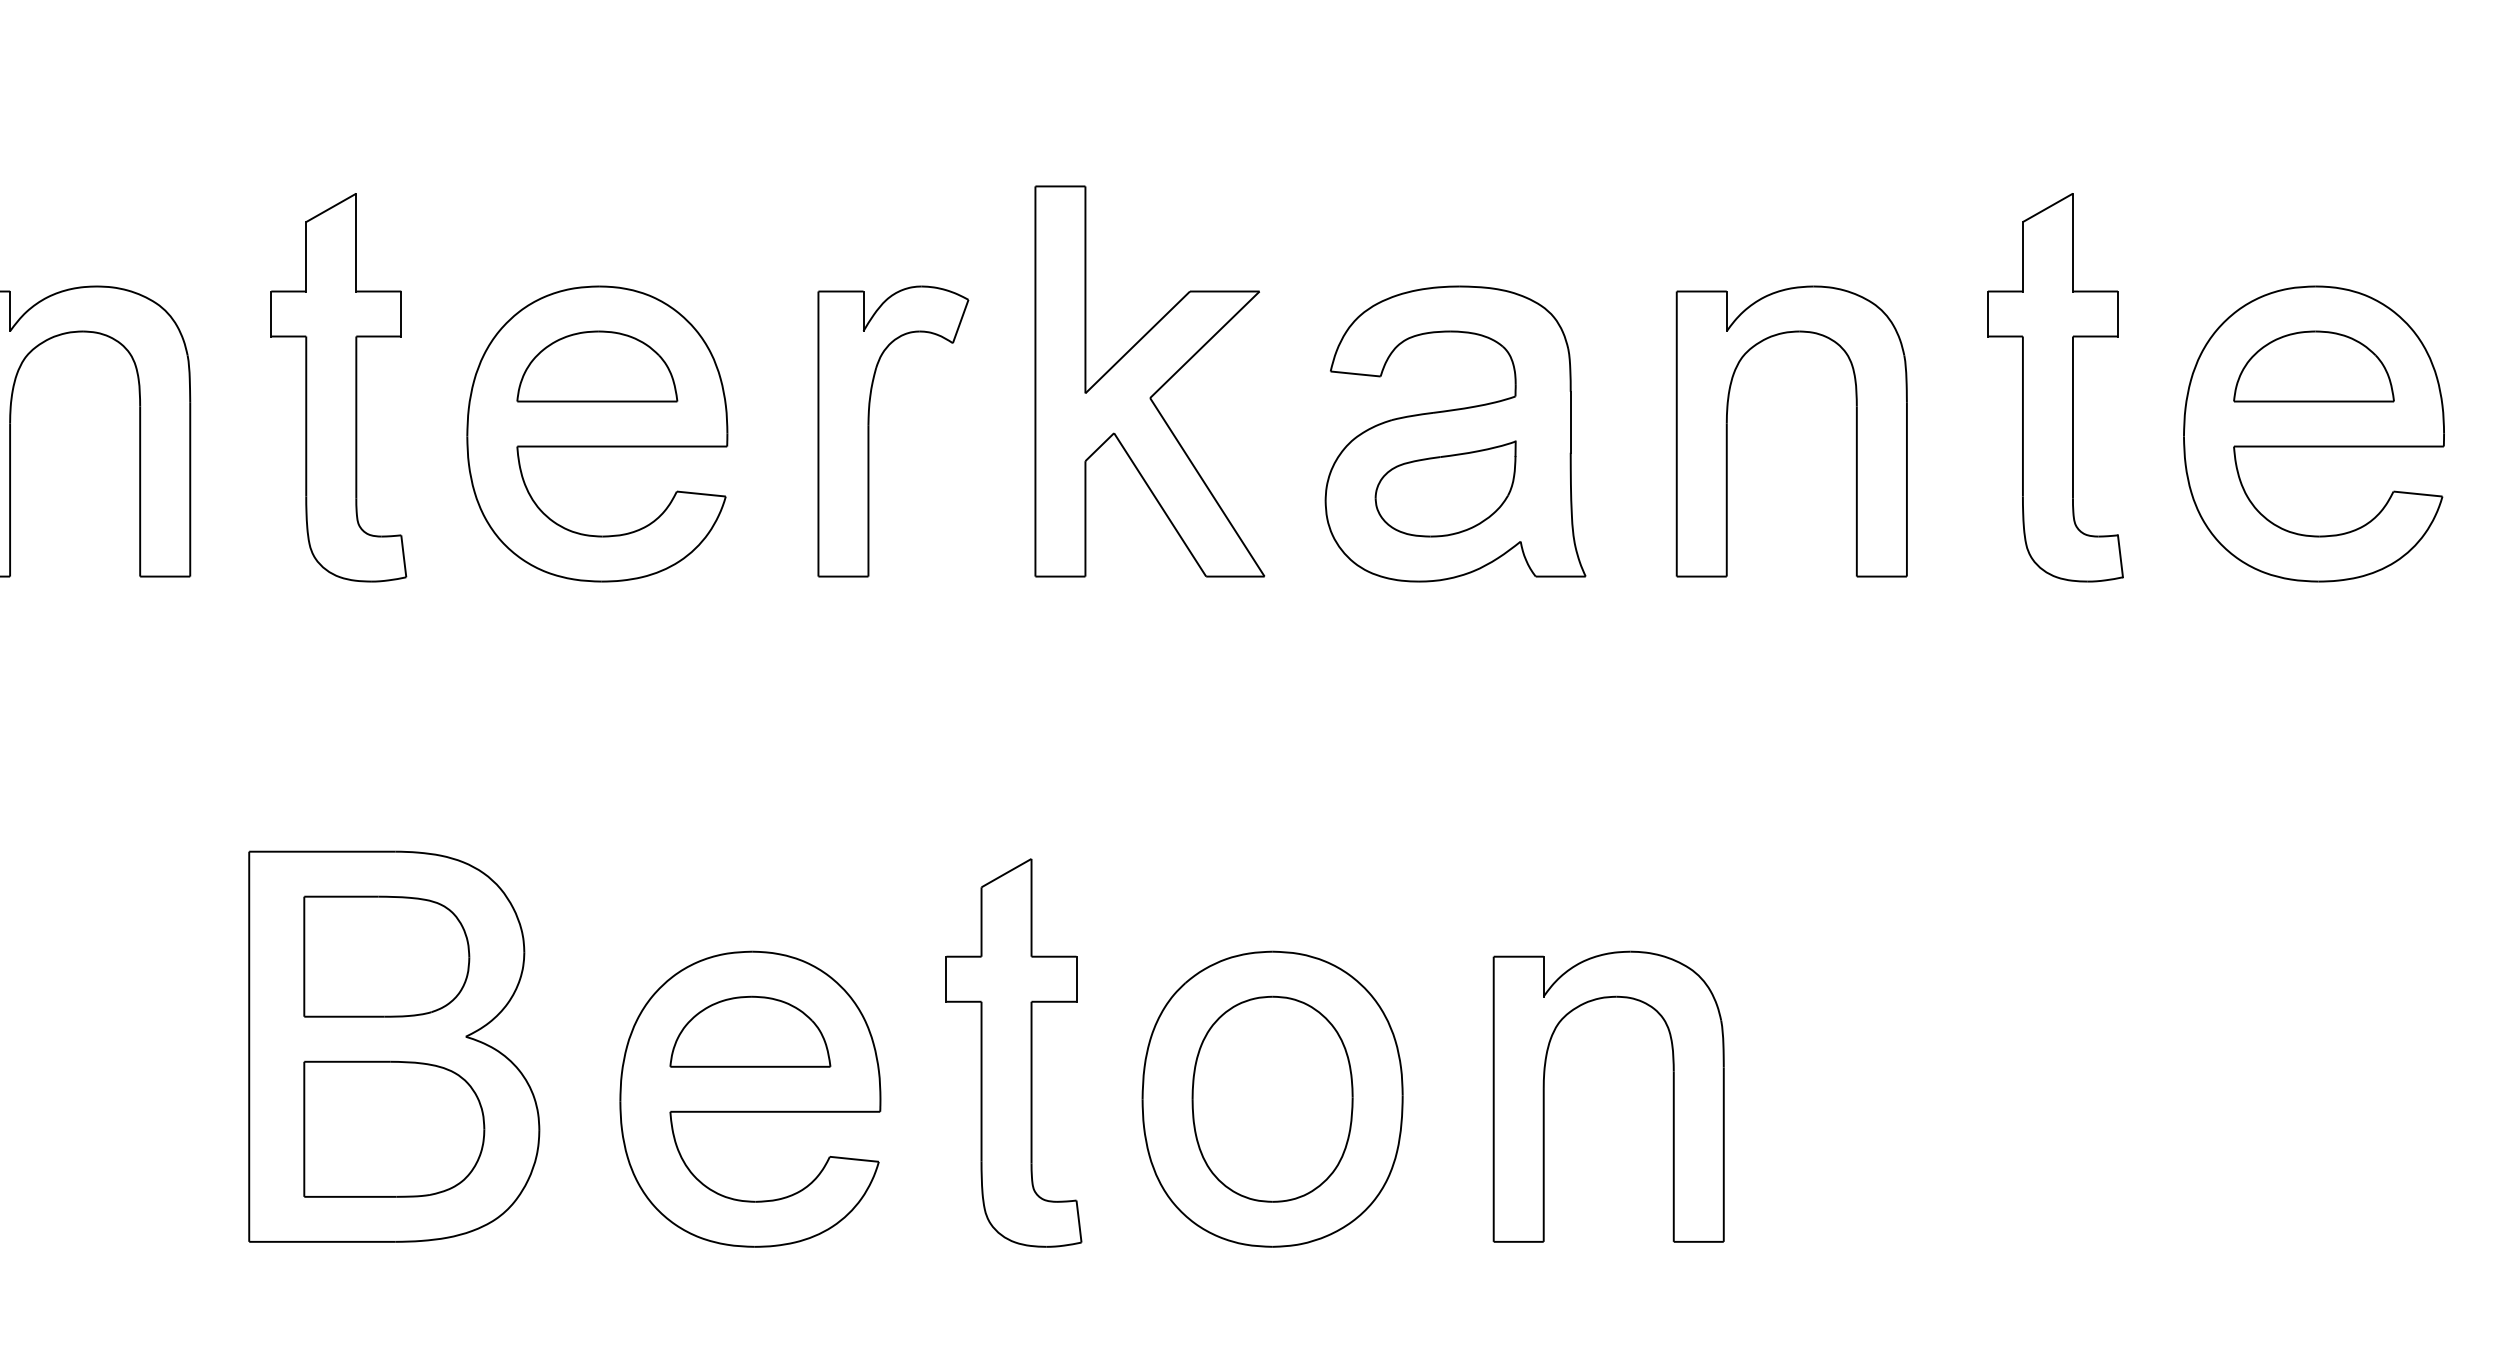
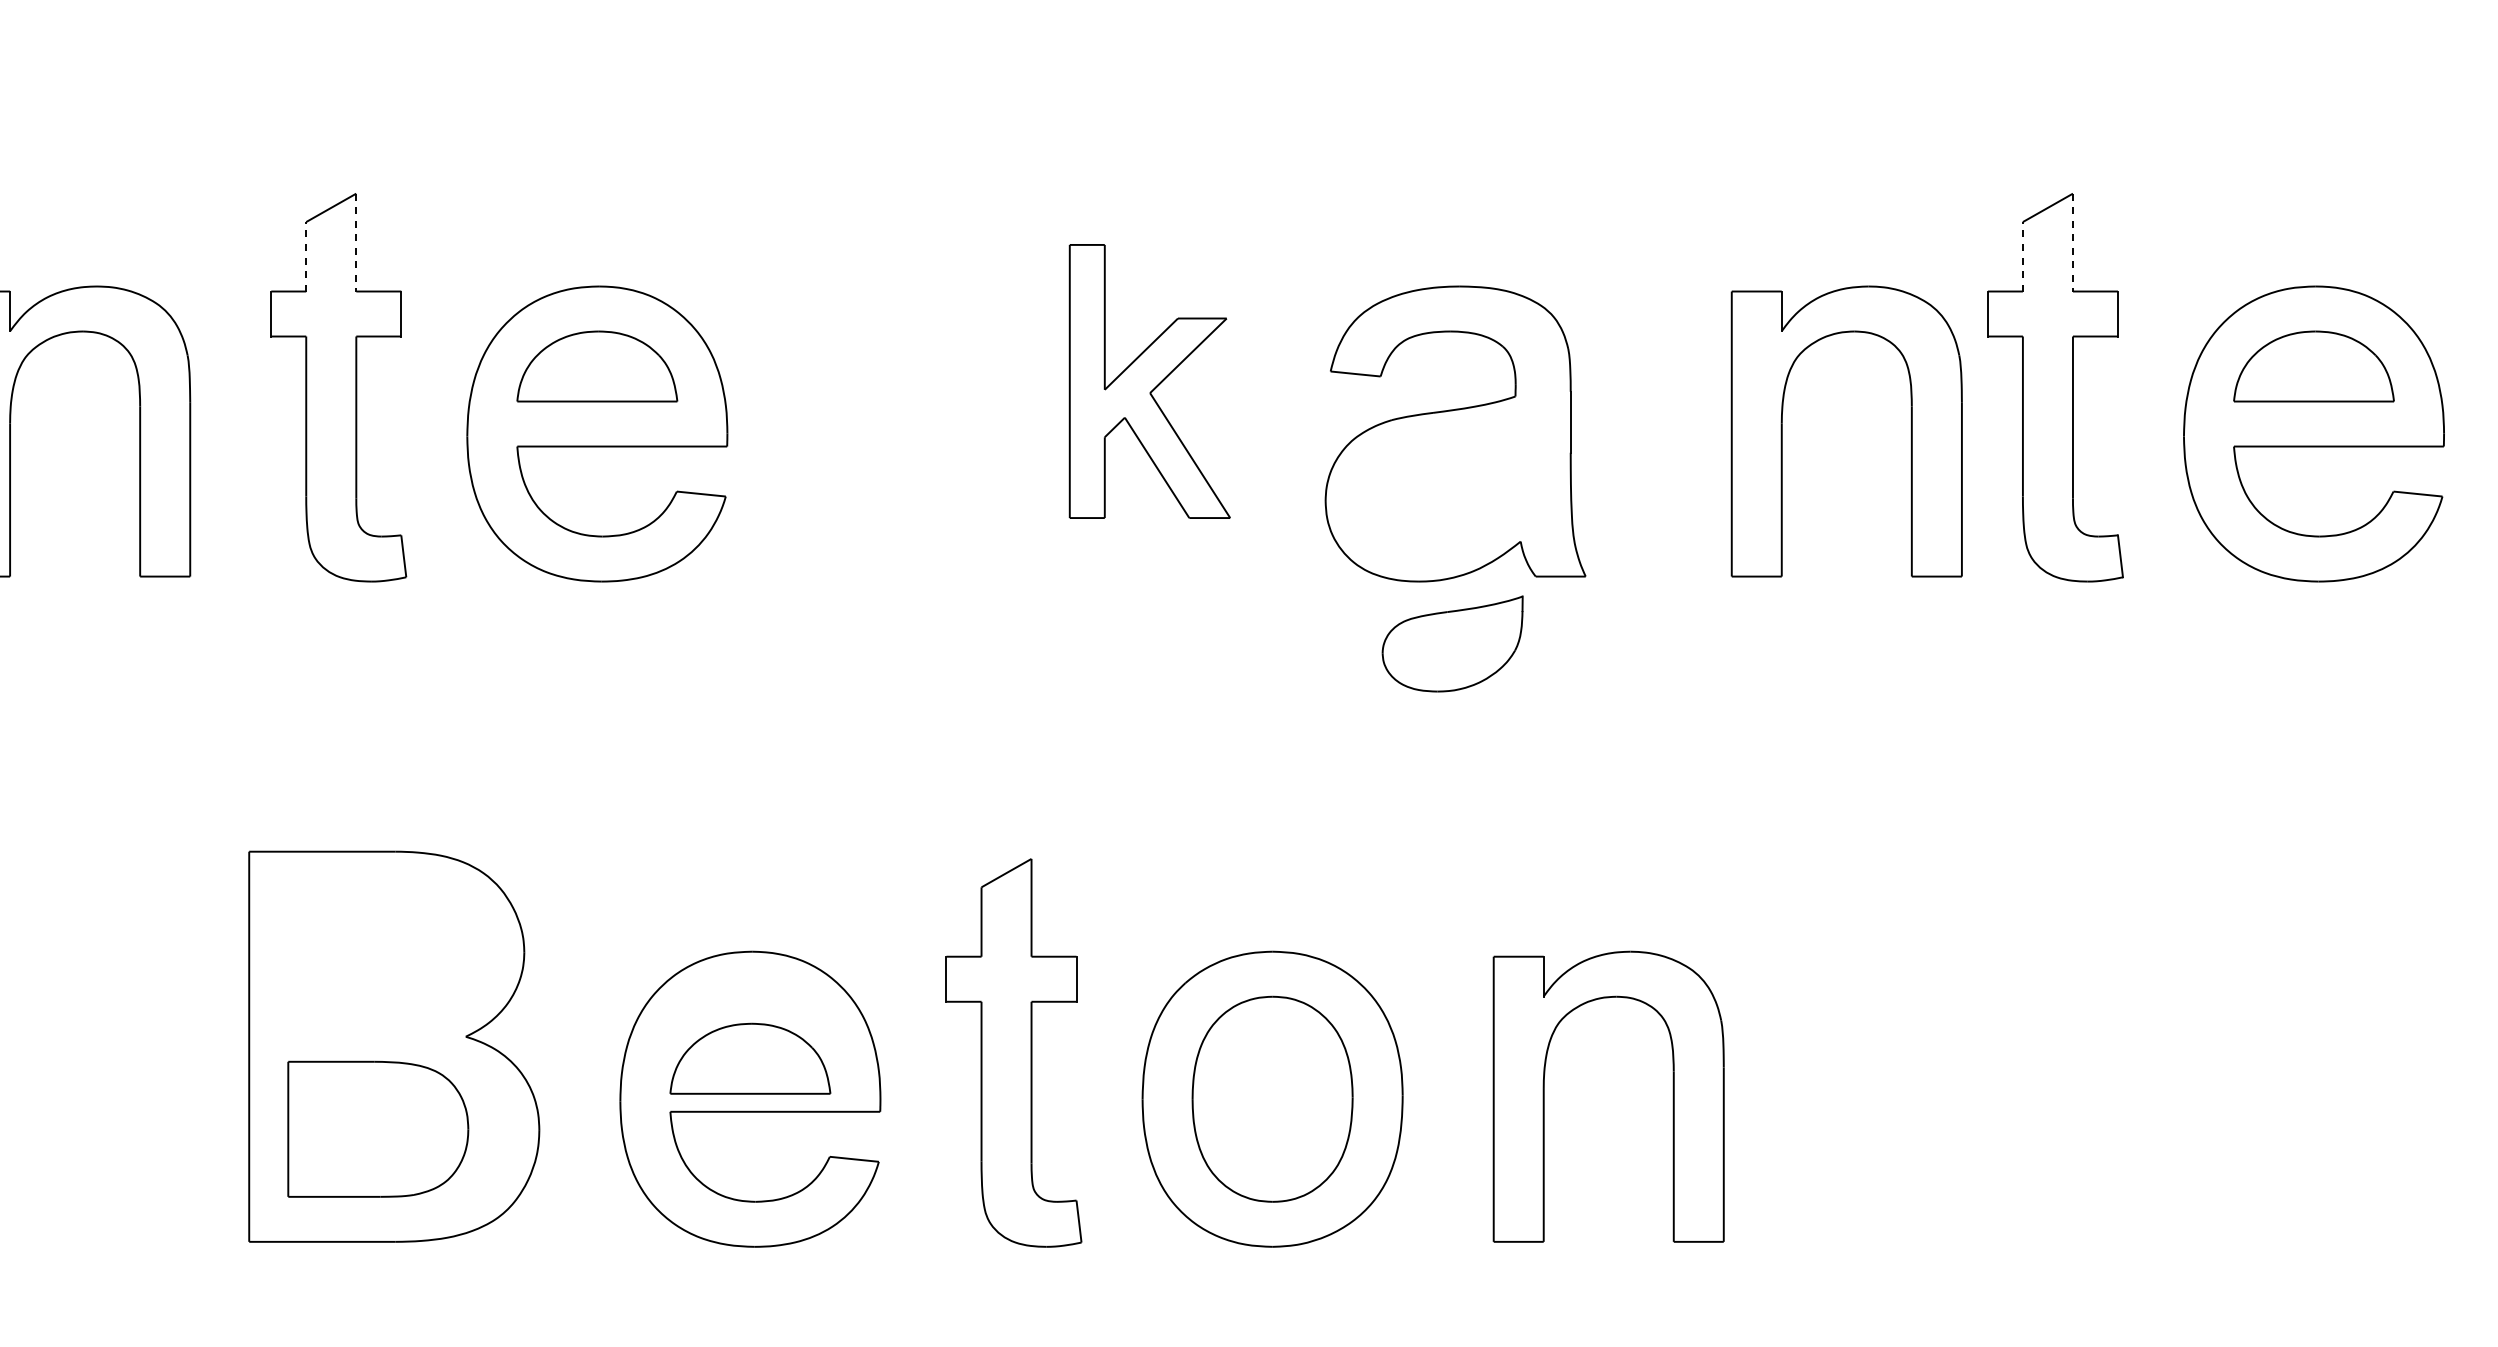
line at (356, 242): solid -> dashed
line at (2072, 242): solid -> dashed
line at (306, 256): solid -> dashed
line at (2022, 256): solid -> dashed
part at (1149, 381) size: 232x393 px -> 163x275 px
part at (869, 431): present -> none
part at (1727, 431) position: (1727, 431) -> (1782, 431)
part at (1445, 488) position: (1445, 488) -> (1452, 643)
part at (386, 956): present -> none
part at (750, 1031) position: (750, 1031) -> (750, 1058)
part at (394, 1128) position: (394, 1128) -> (378, 1128)
